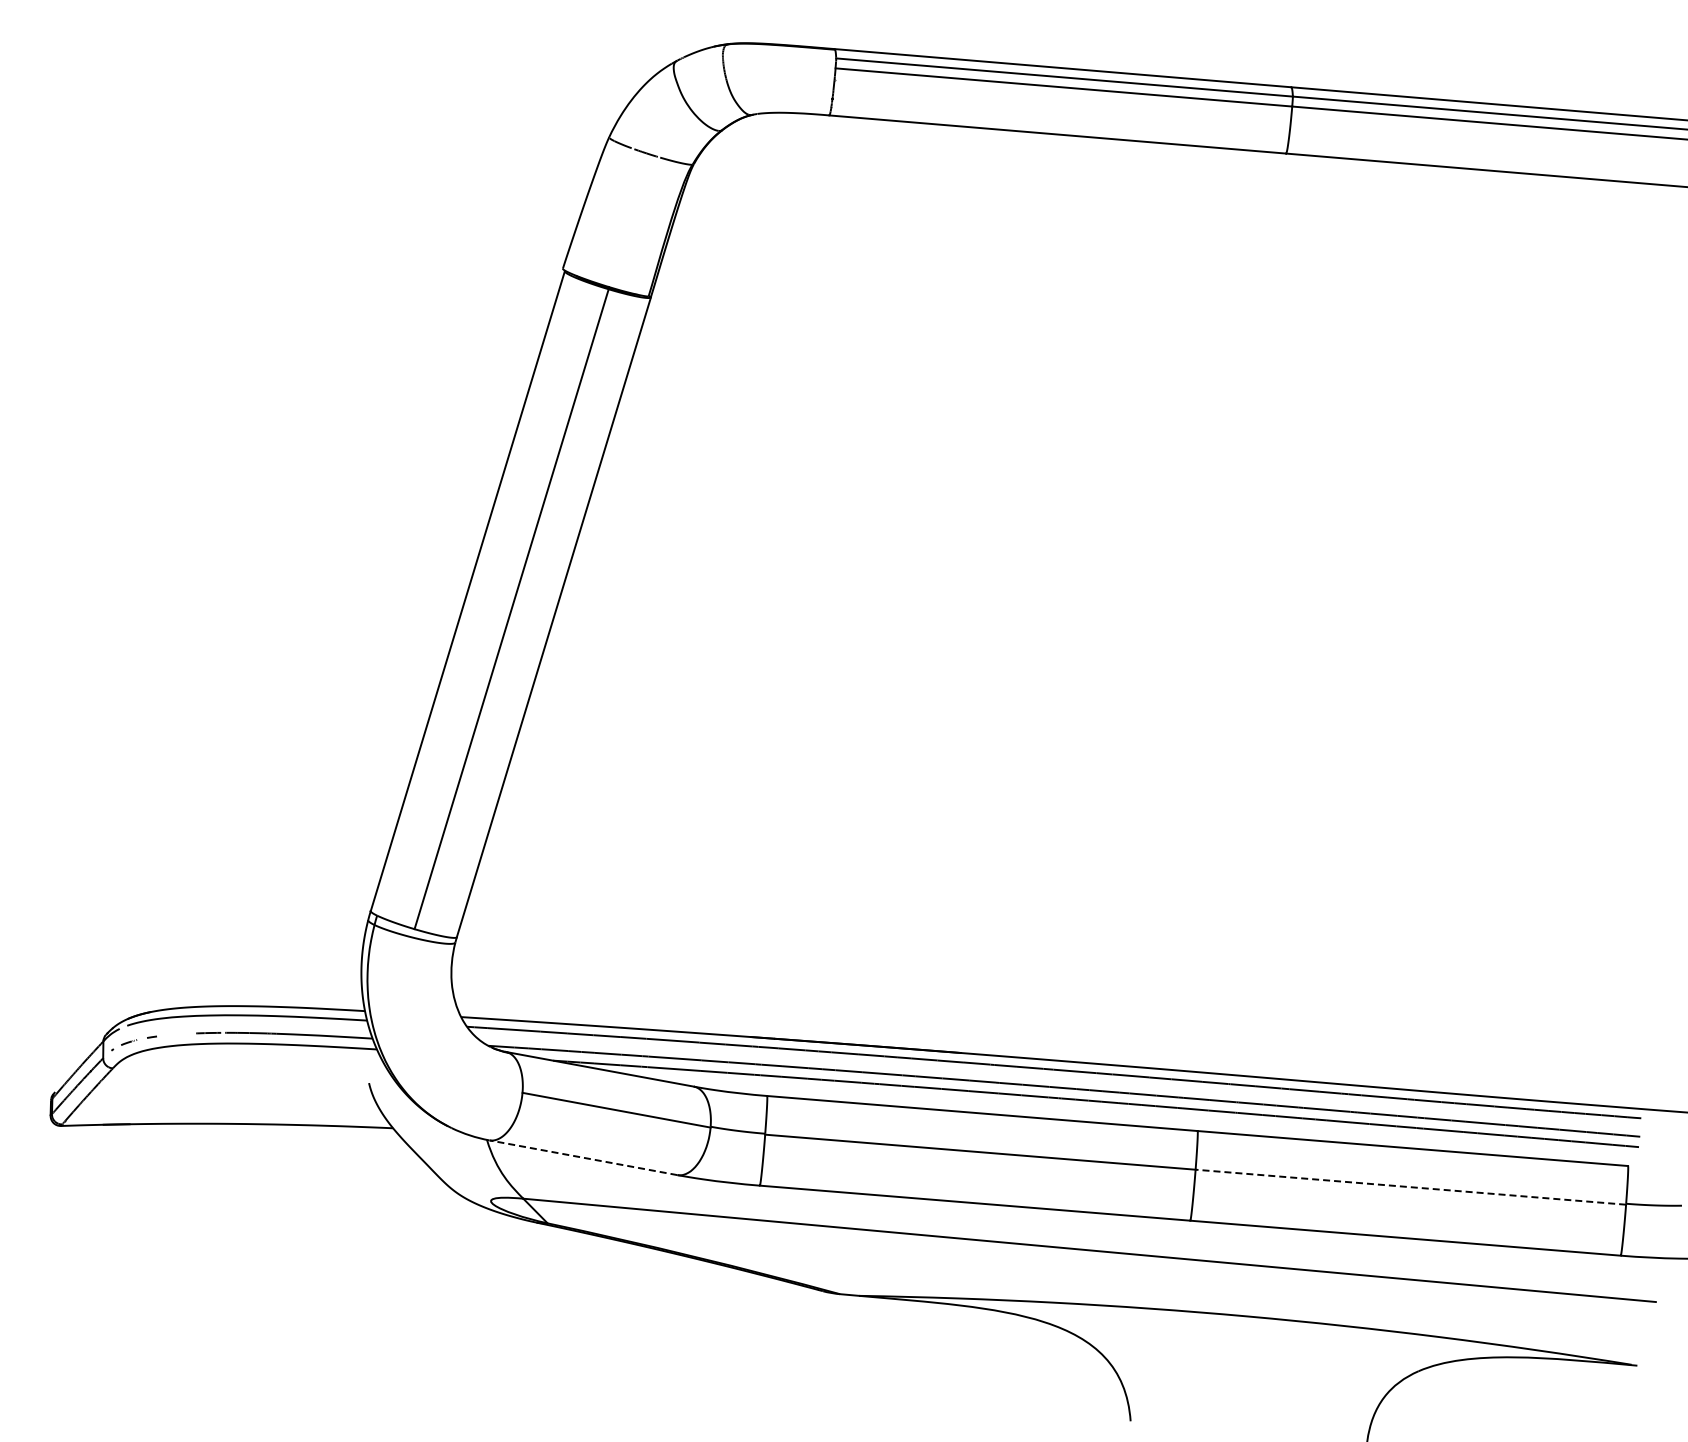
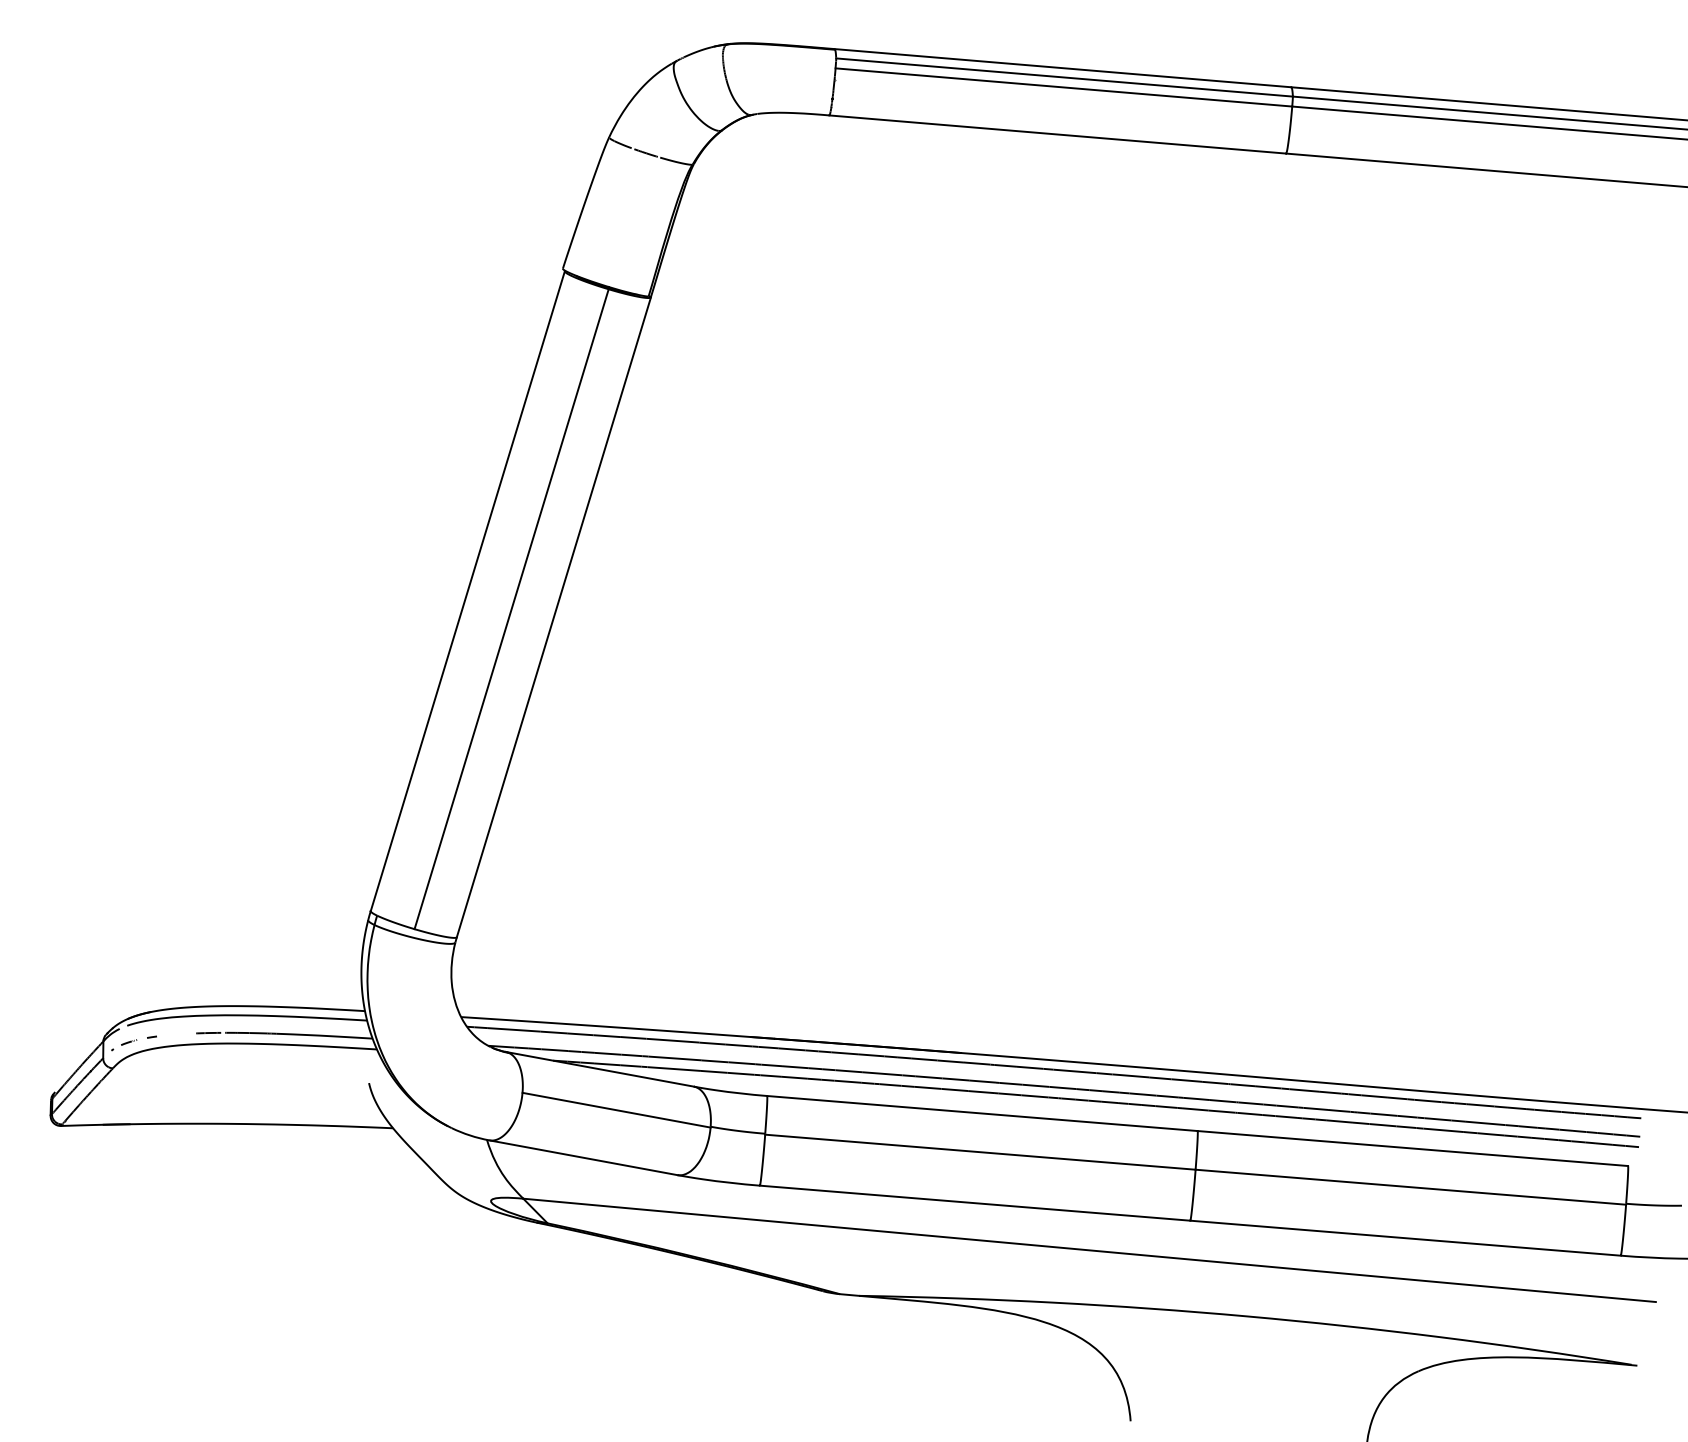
line at (583, 1157): dashed -> solid
line at (1410, 1187): dashed -> solid
